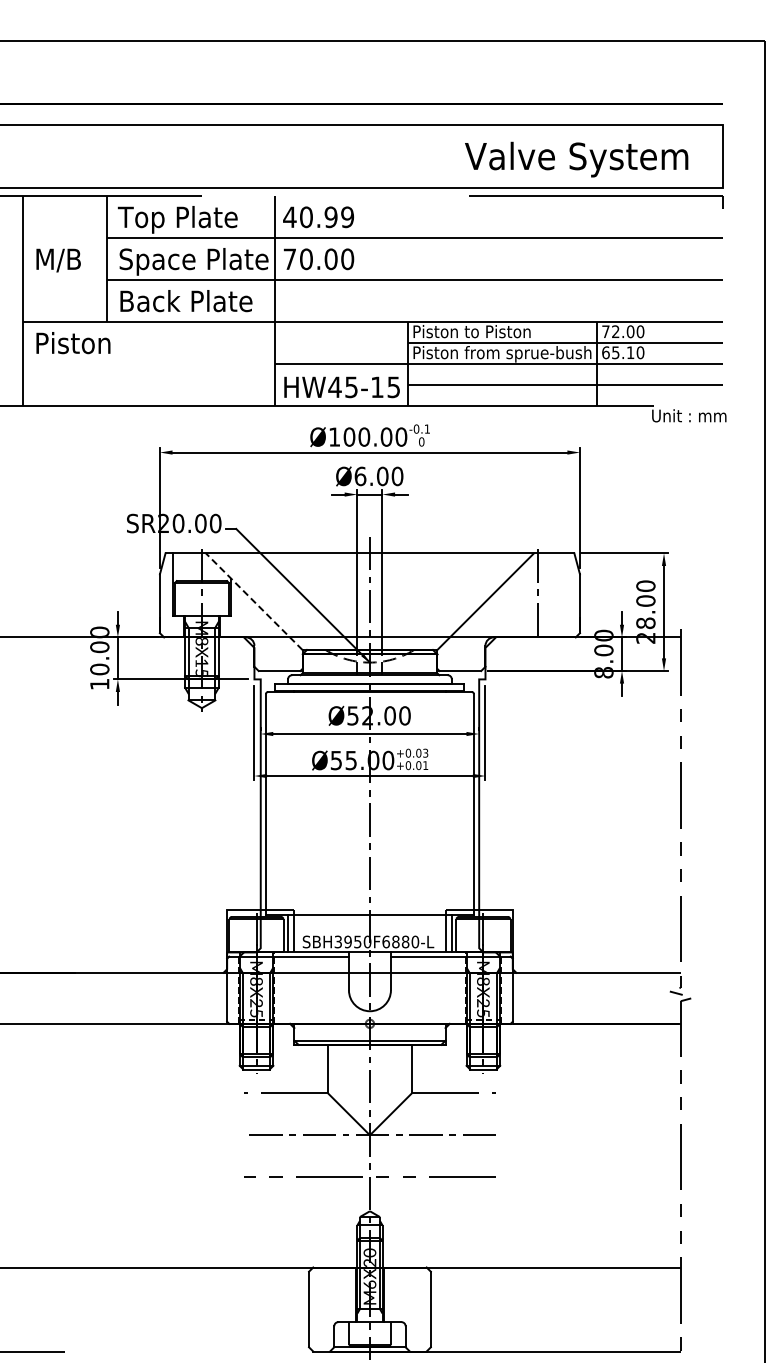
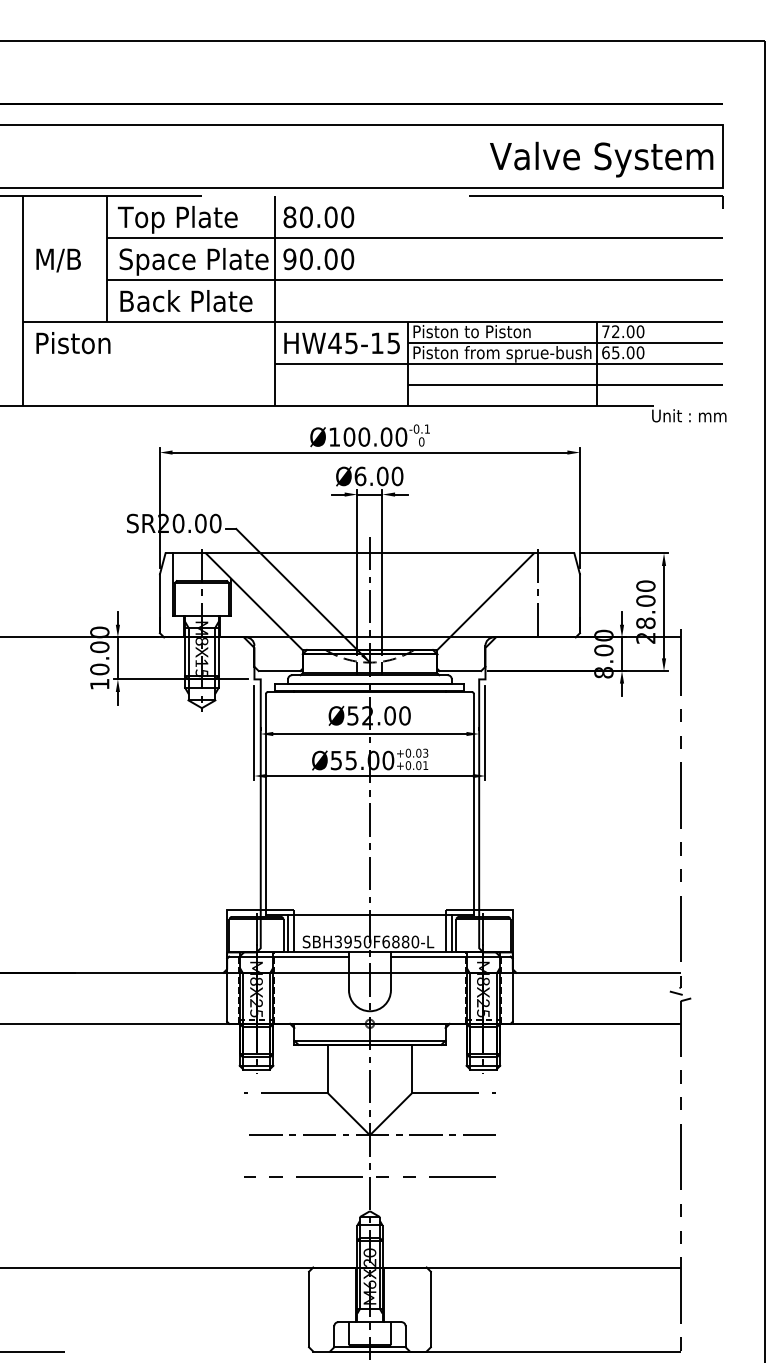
text at (576, 159) position: (576, 159) -> (601, 159)
text at (318, 217): 40.99 -> 80.00
text at (289, 259): 70.00 -> 90.00
text at (630, 352): 65.10 -> 65.00
text at (341, 387) position: (341, 387) -> (341, 343)
line at (253, 601): dashed -> solid
